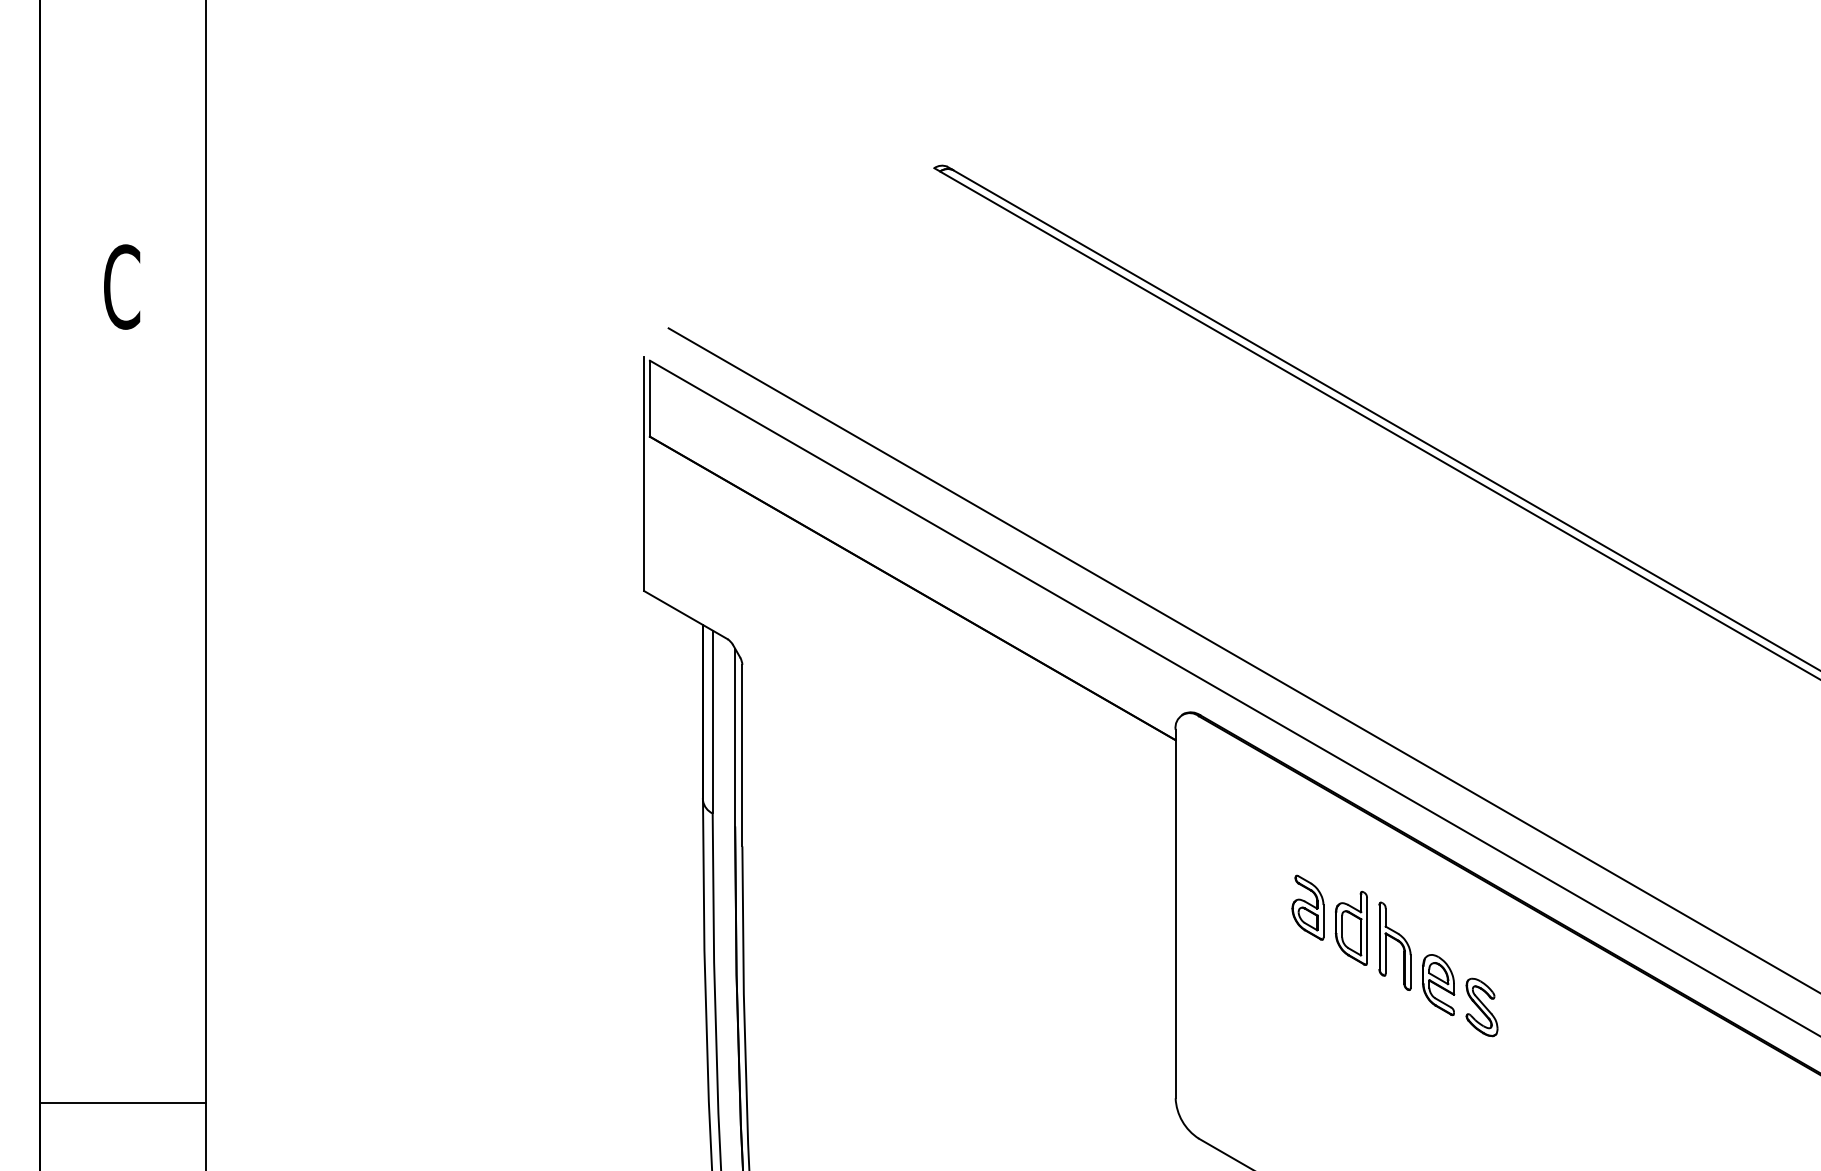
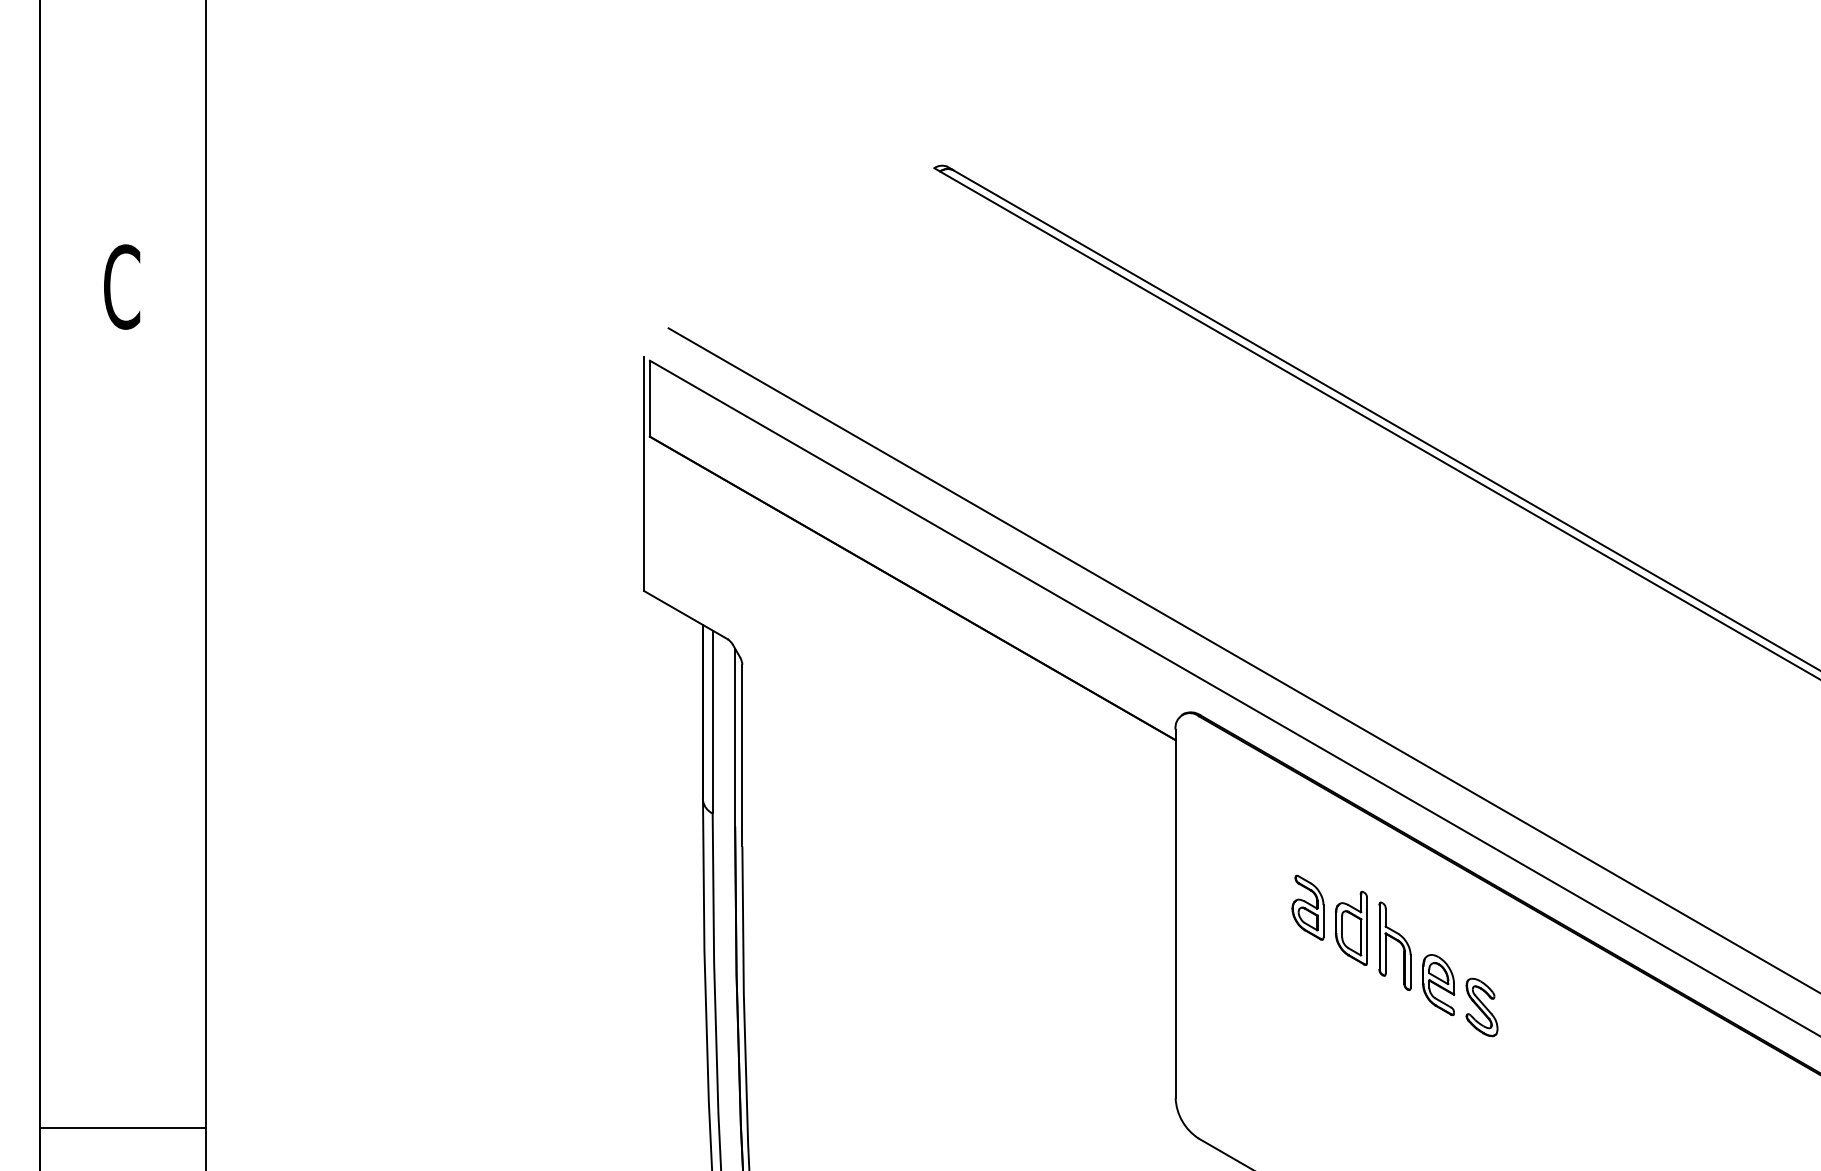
line at (122, 1103) position: (122, 1103) -> (122, 1128)
